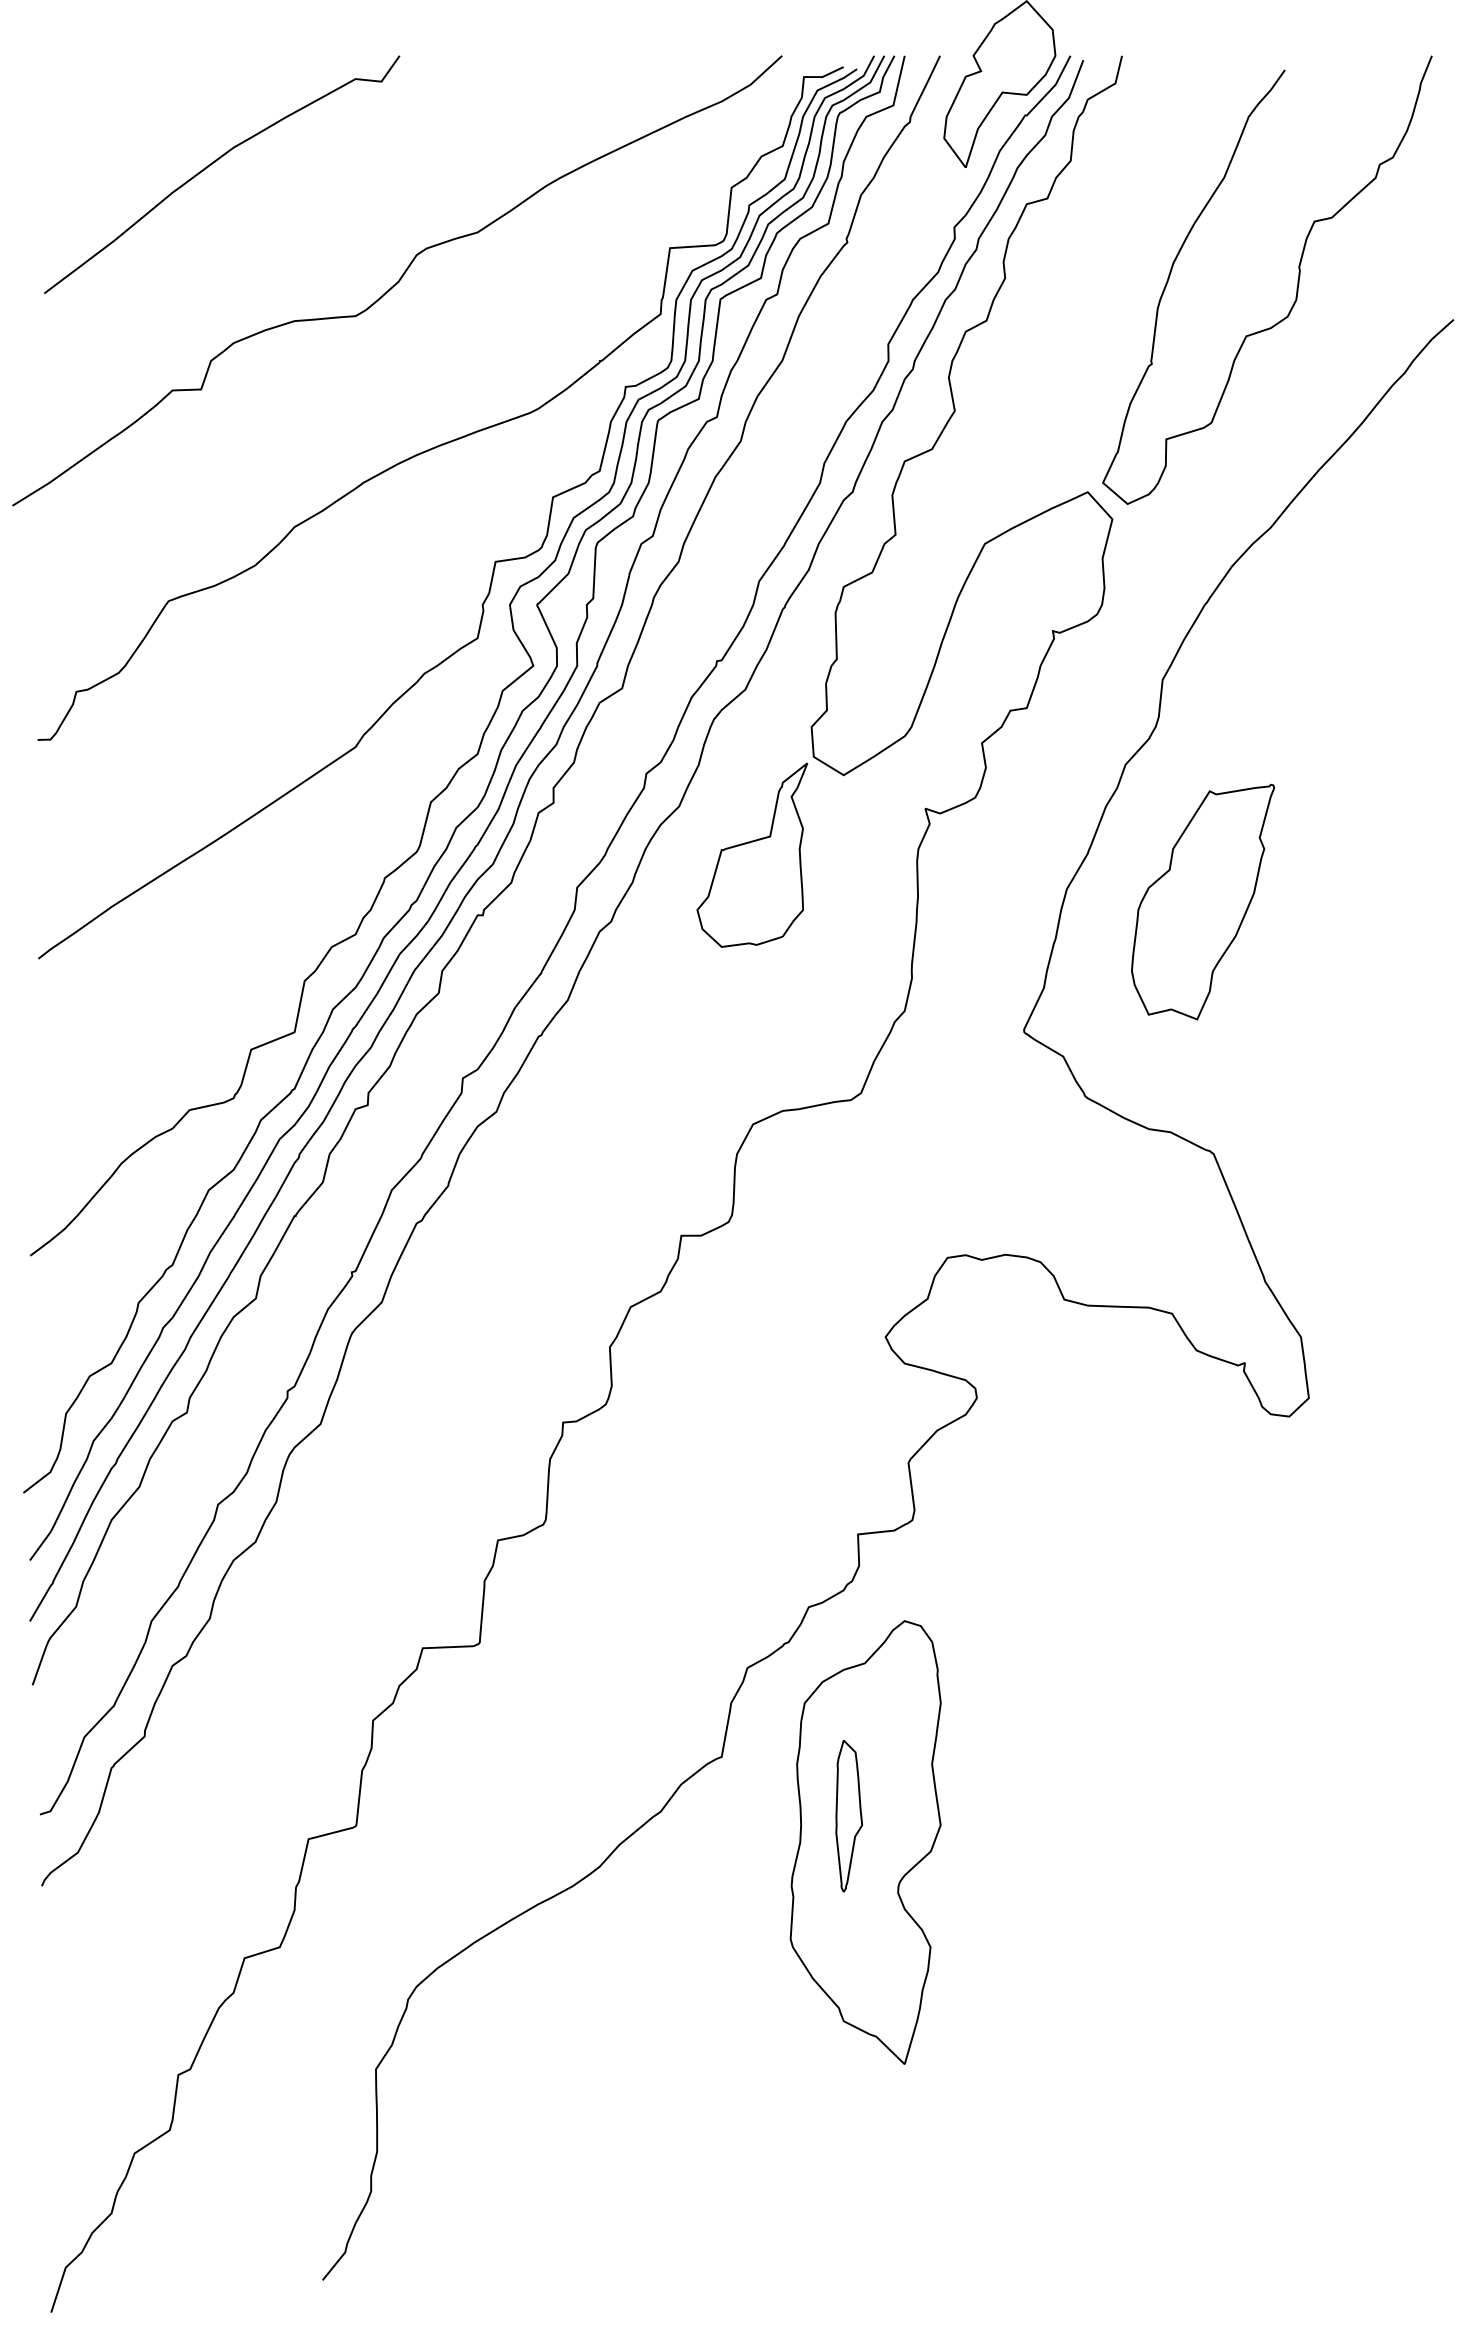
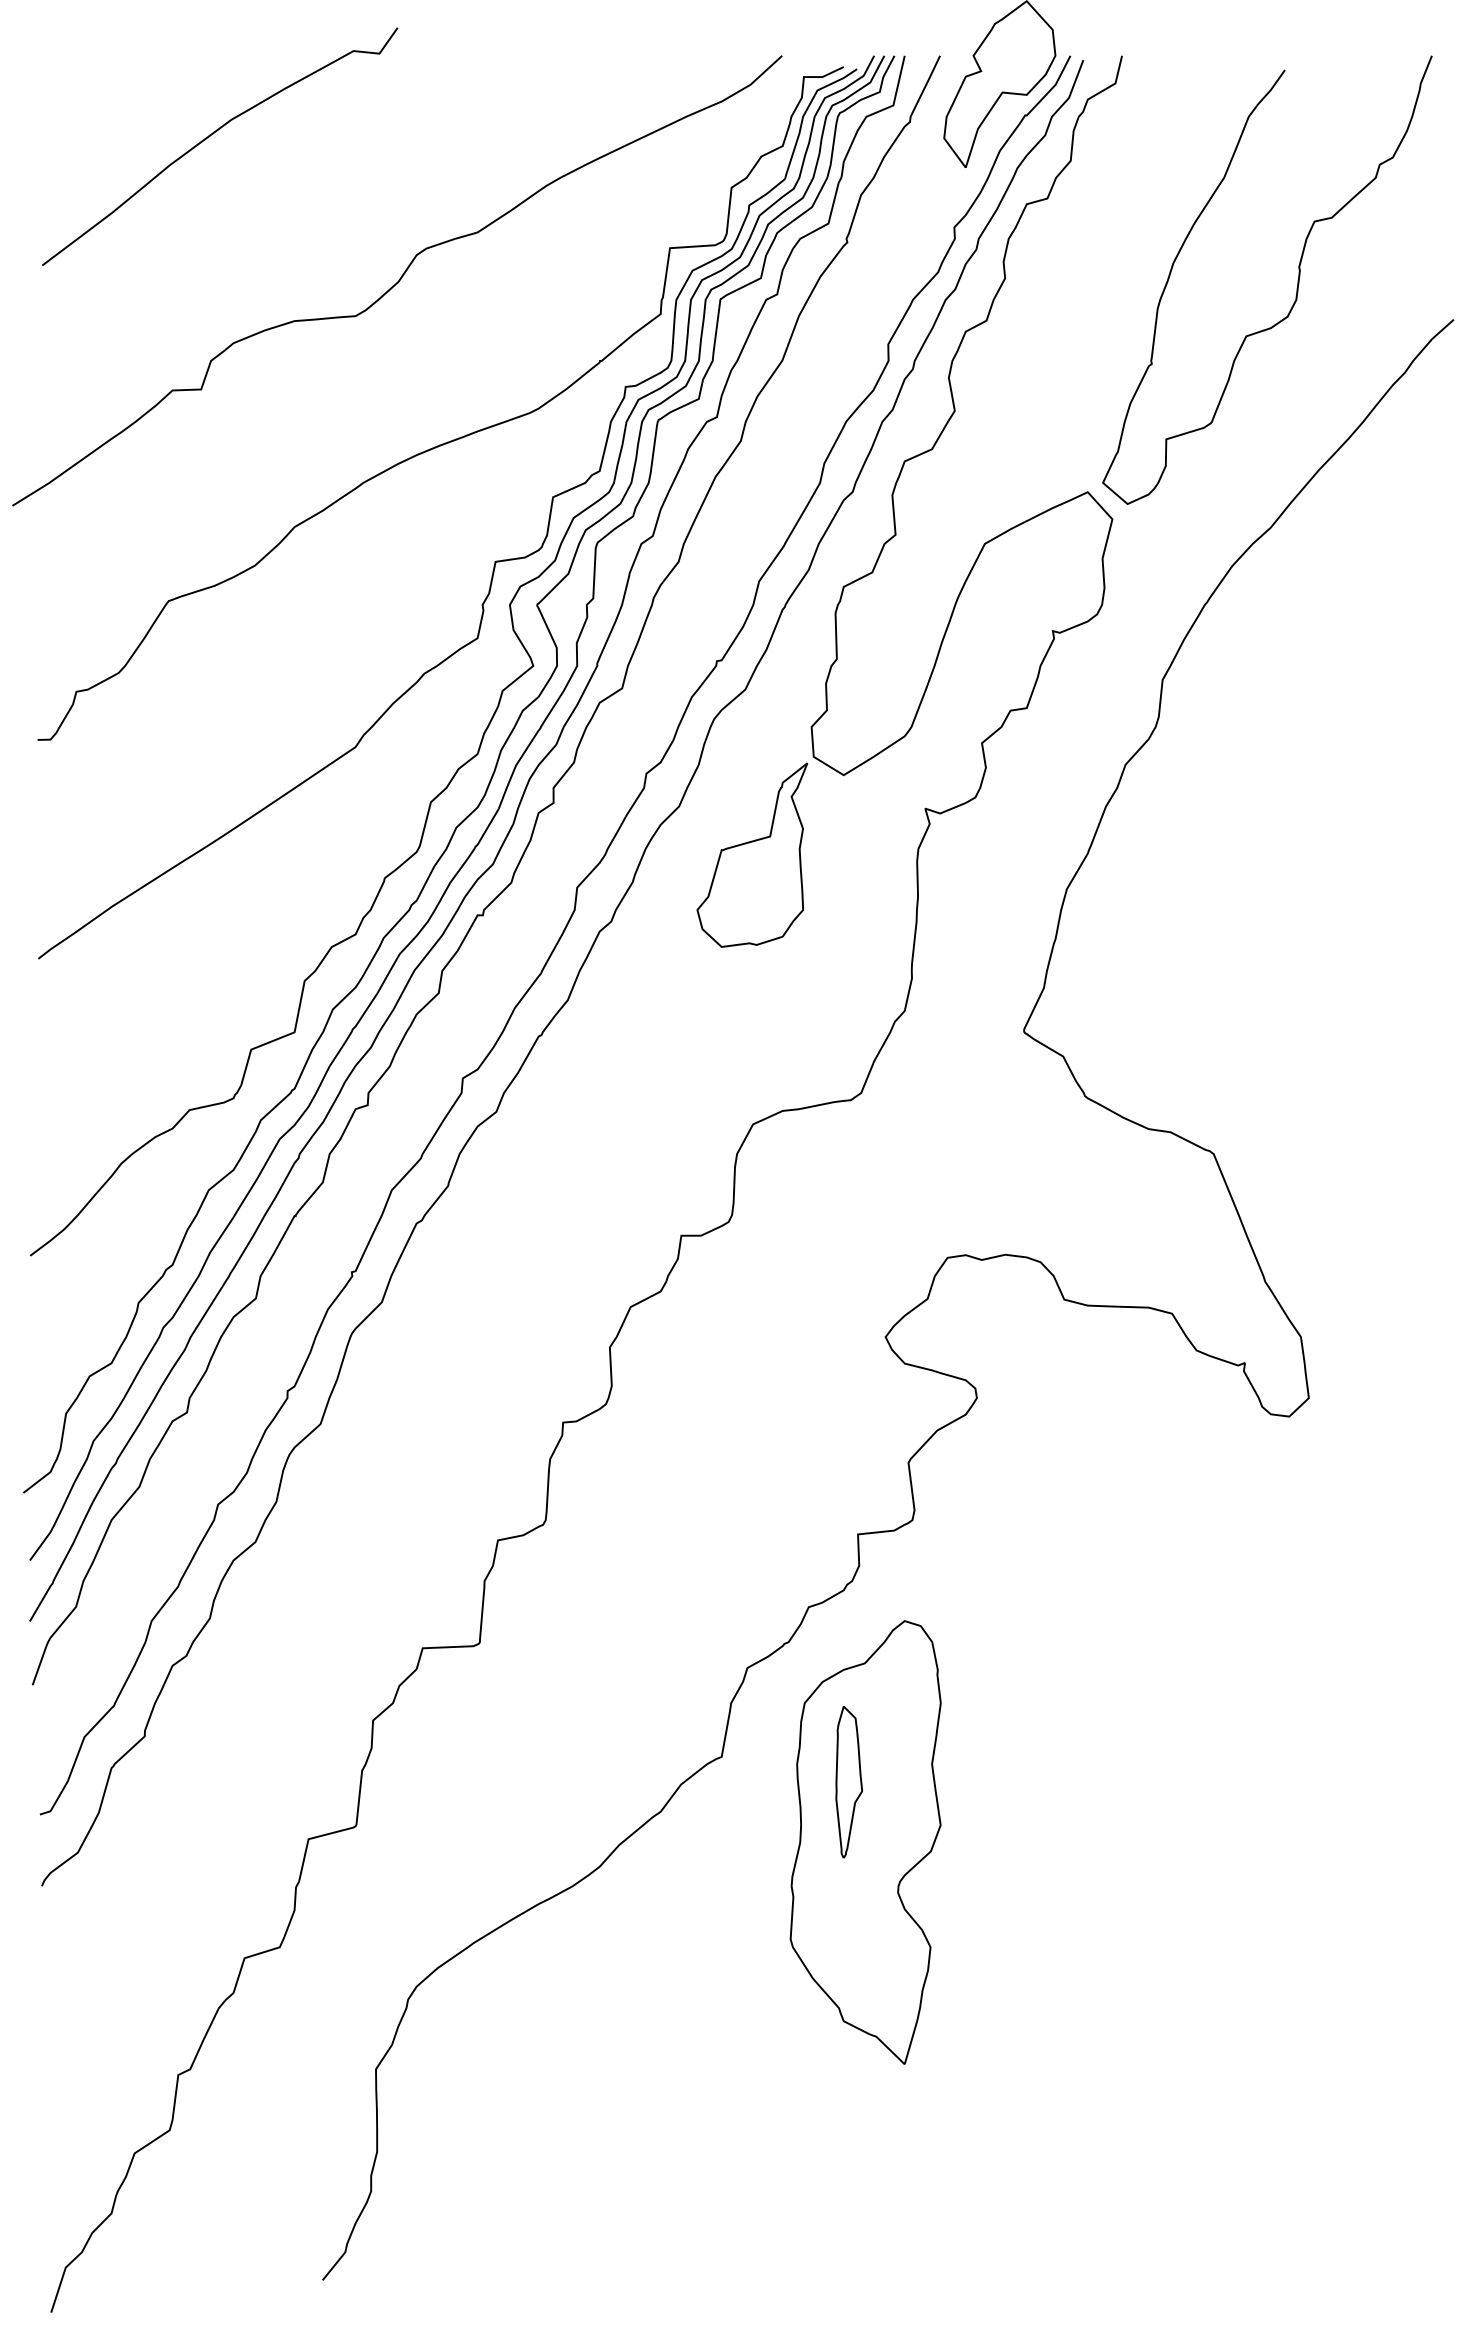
curve at (215, 162) position: (215, 162) -> (213, 134)
part at (1203, 901): present -> none
part at (849, 1816) position: (849, 1816) -> (849, 1782)
